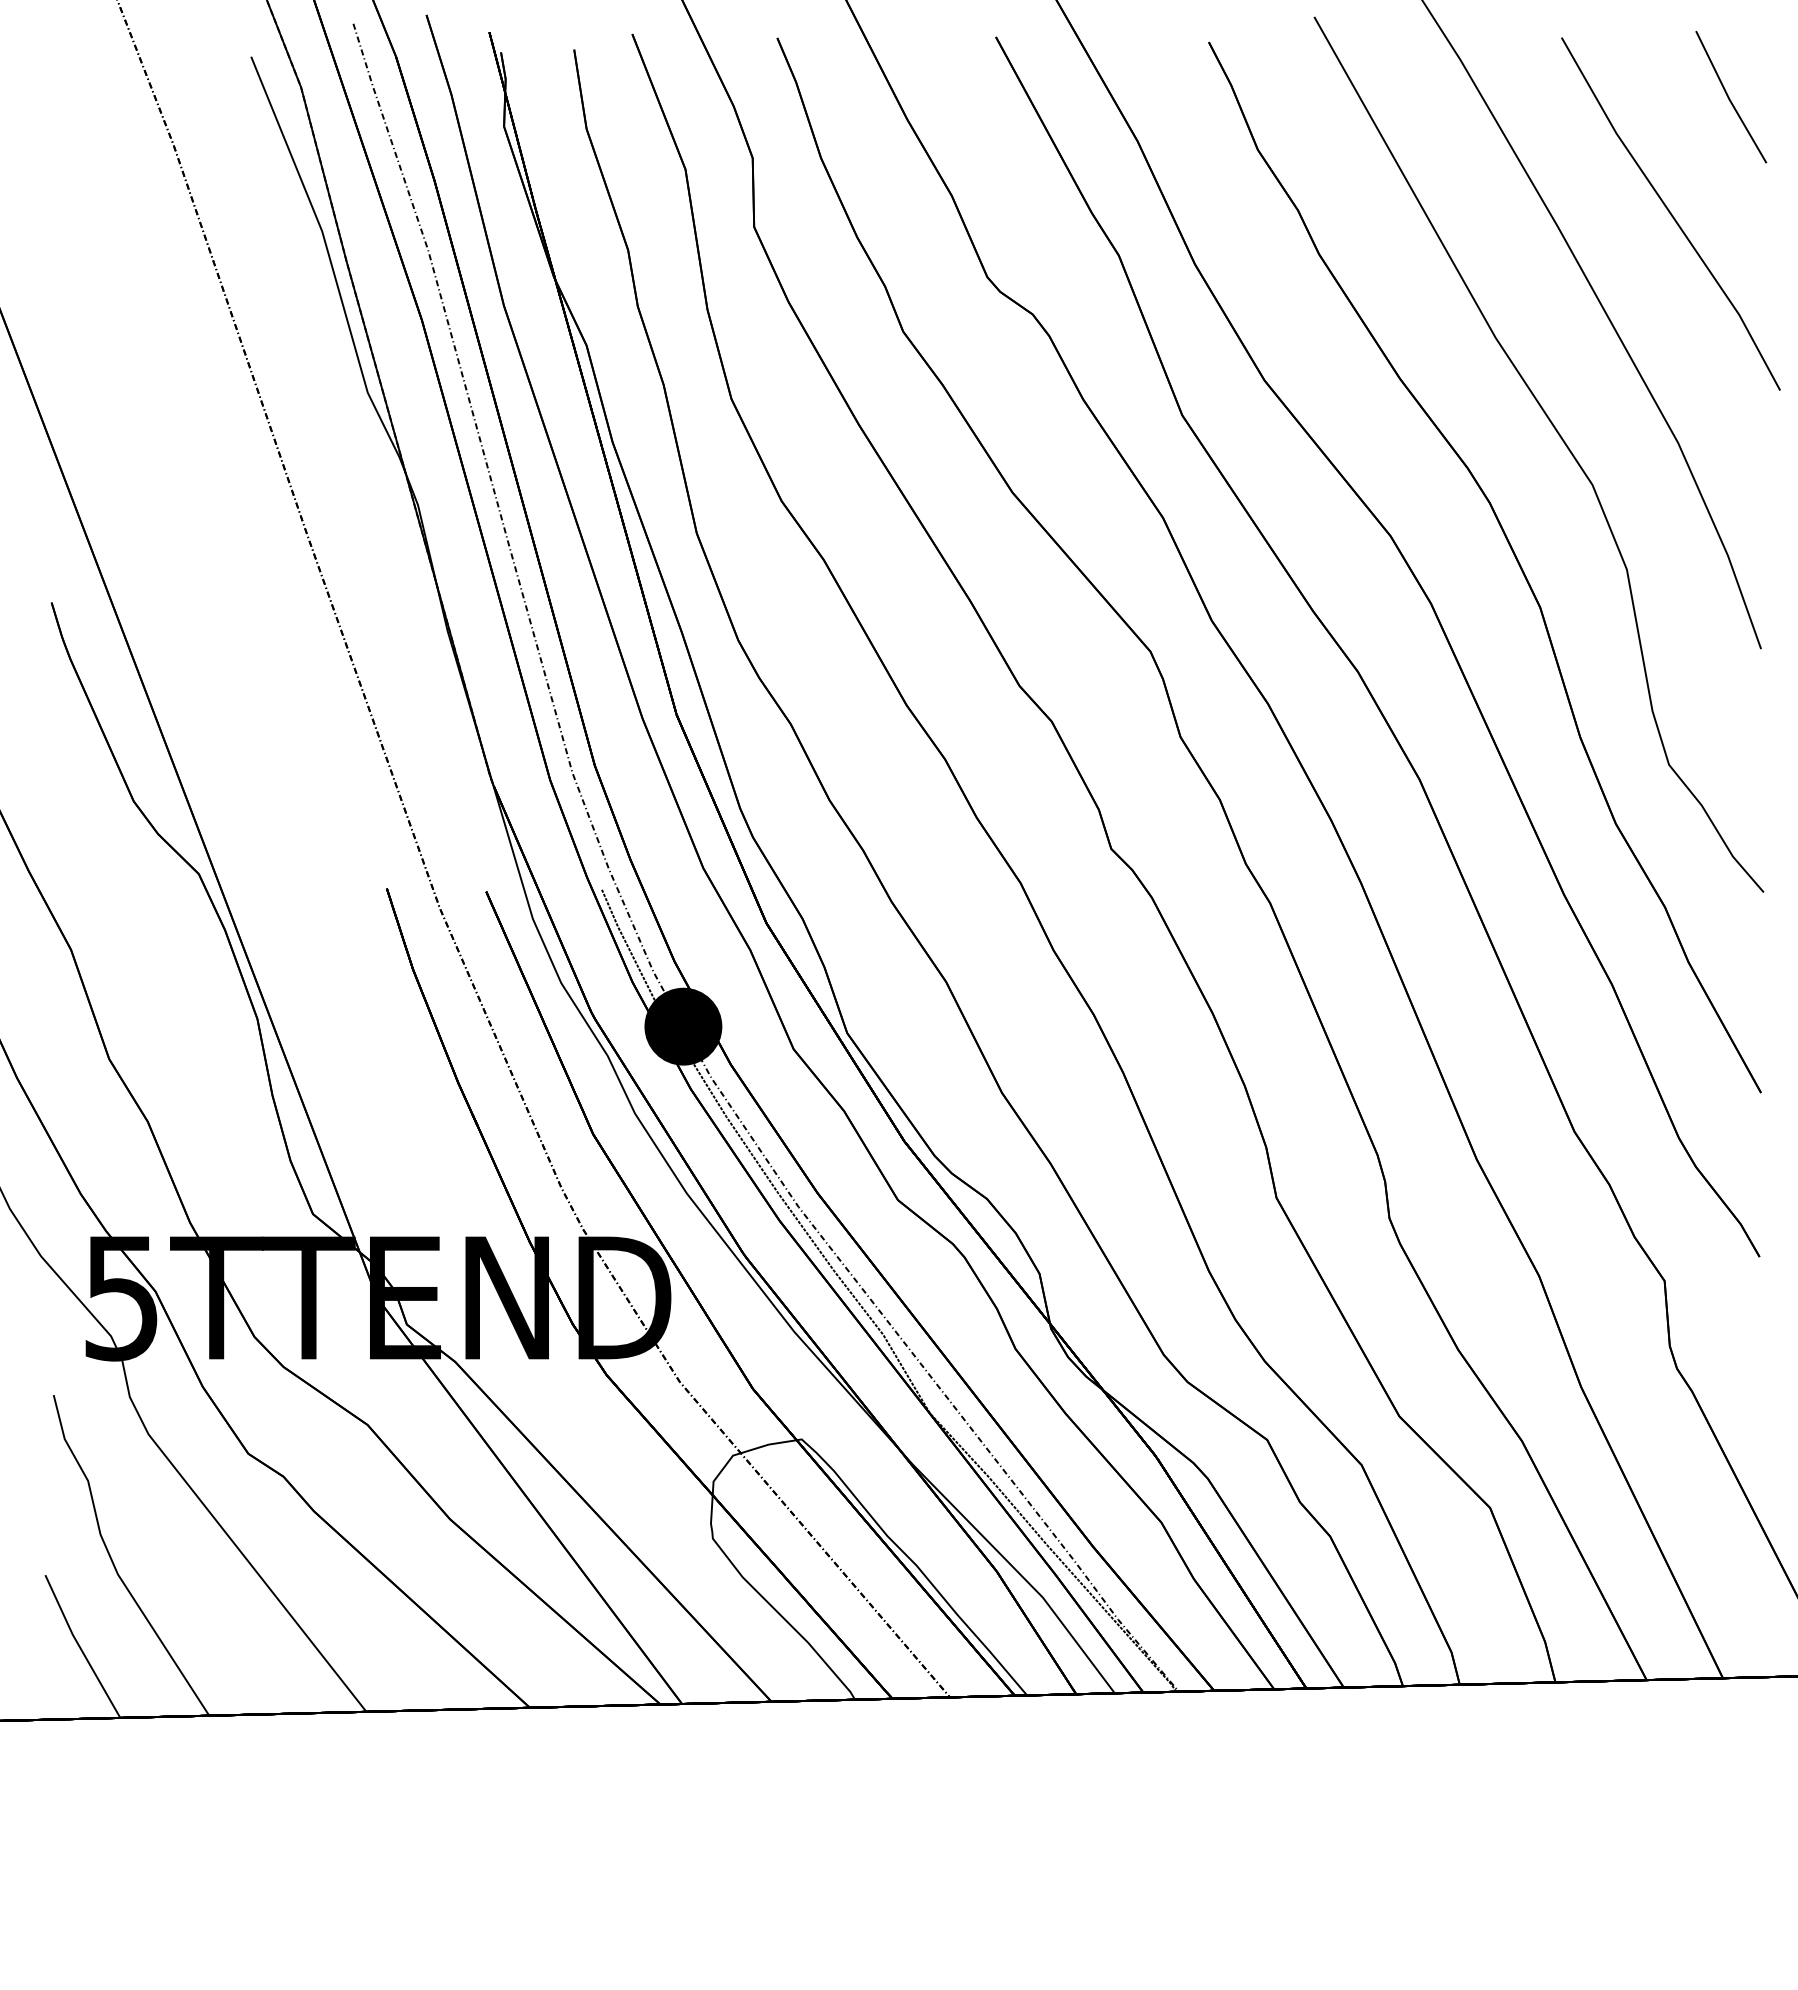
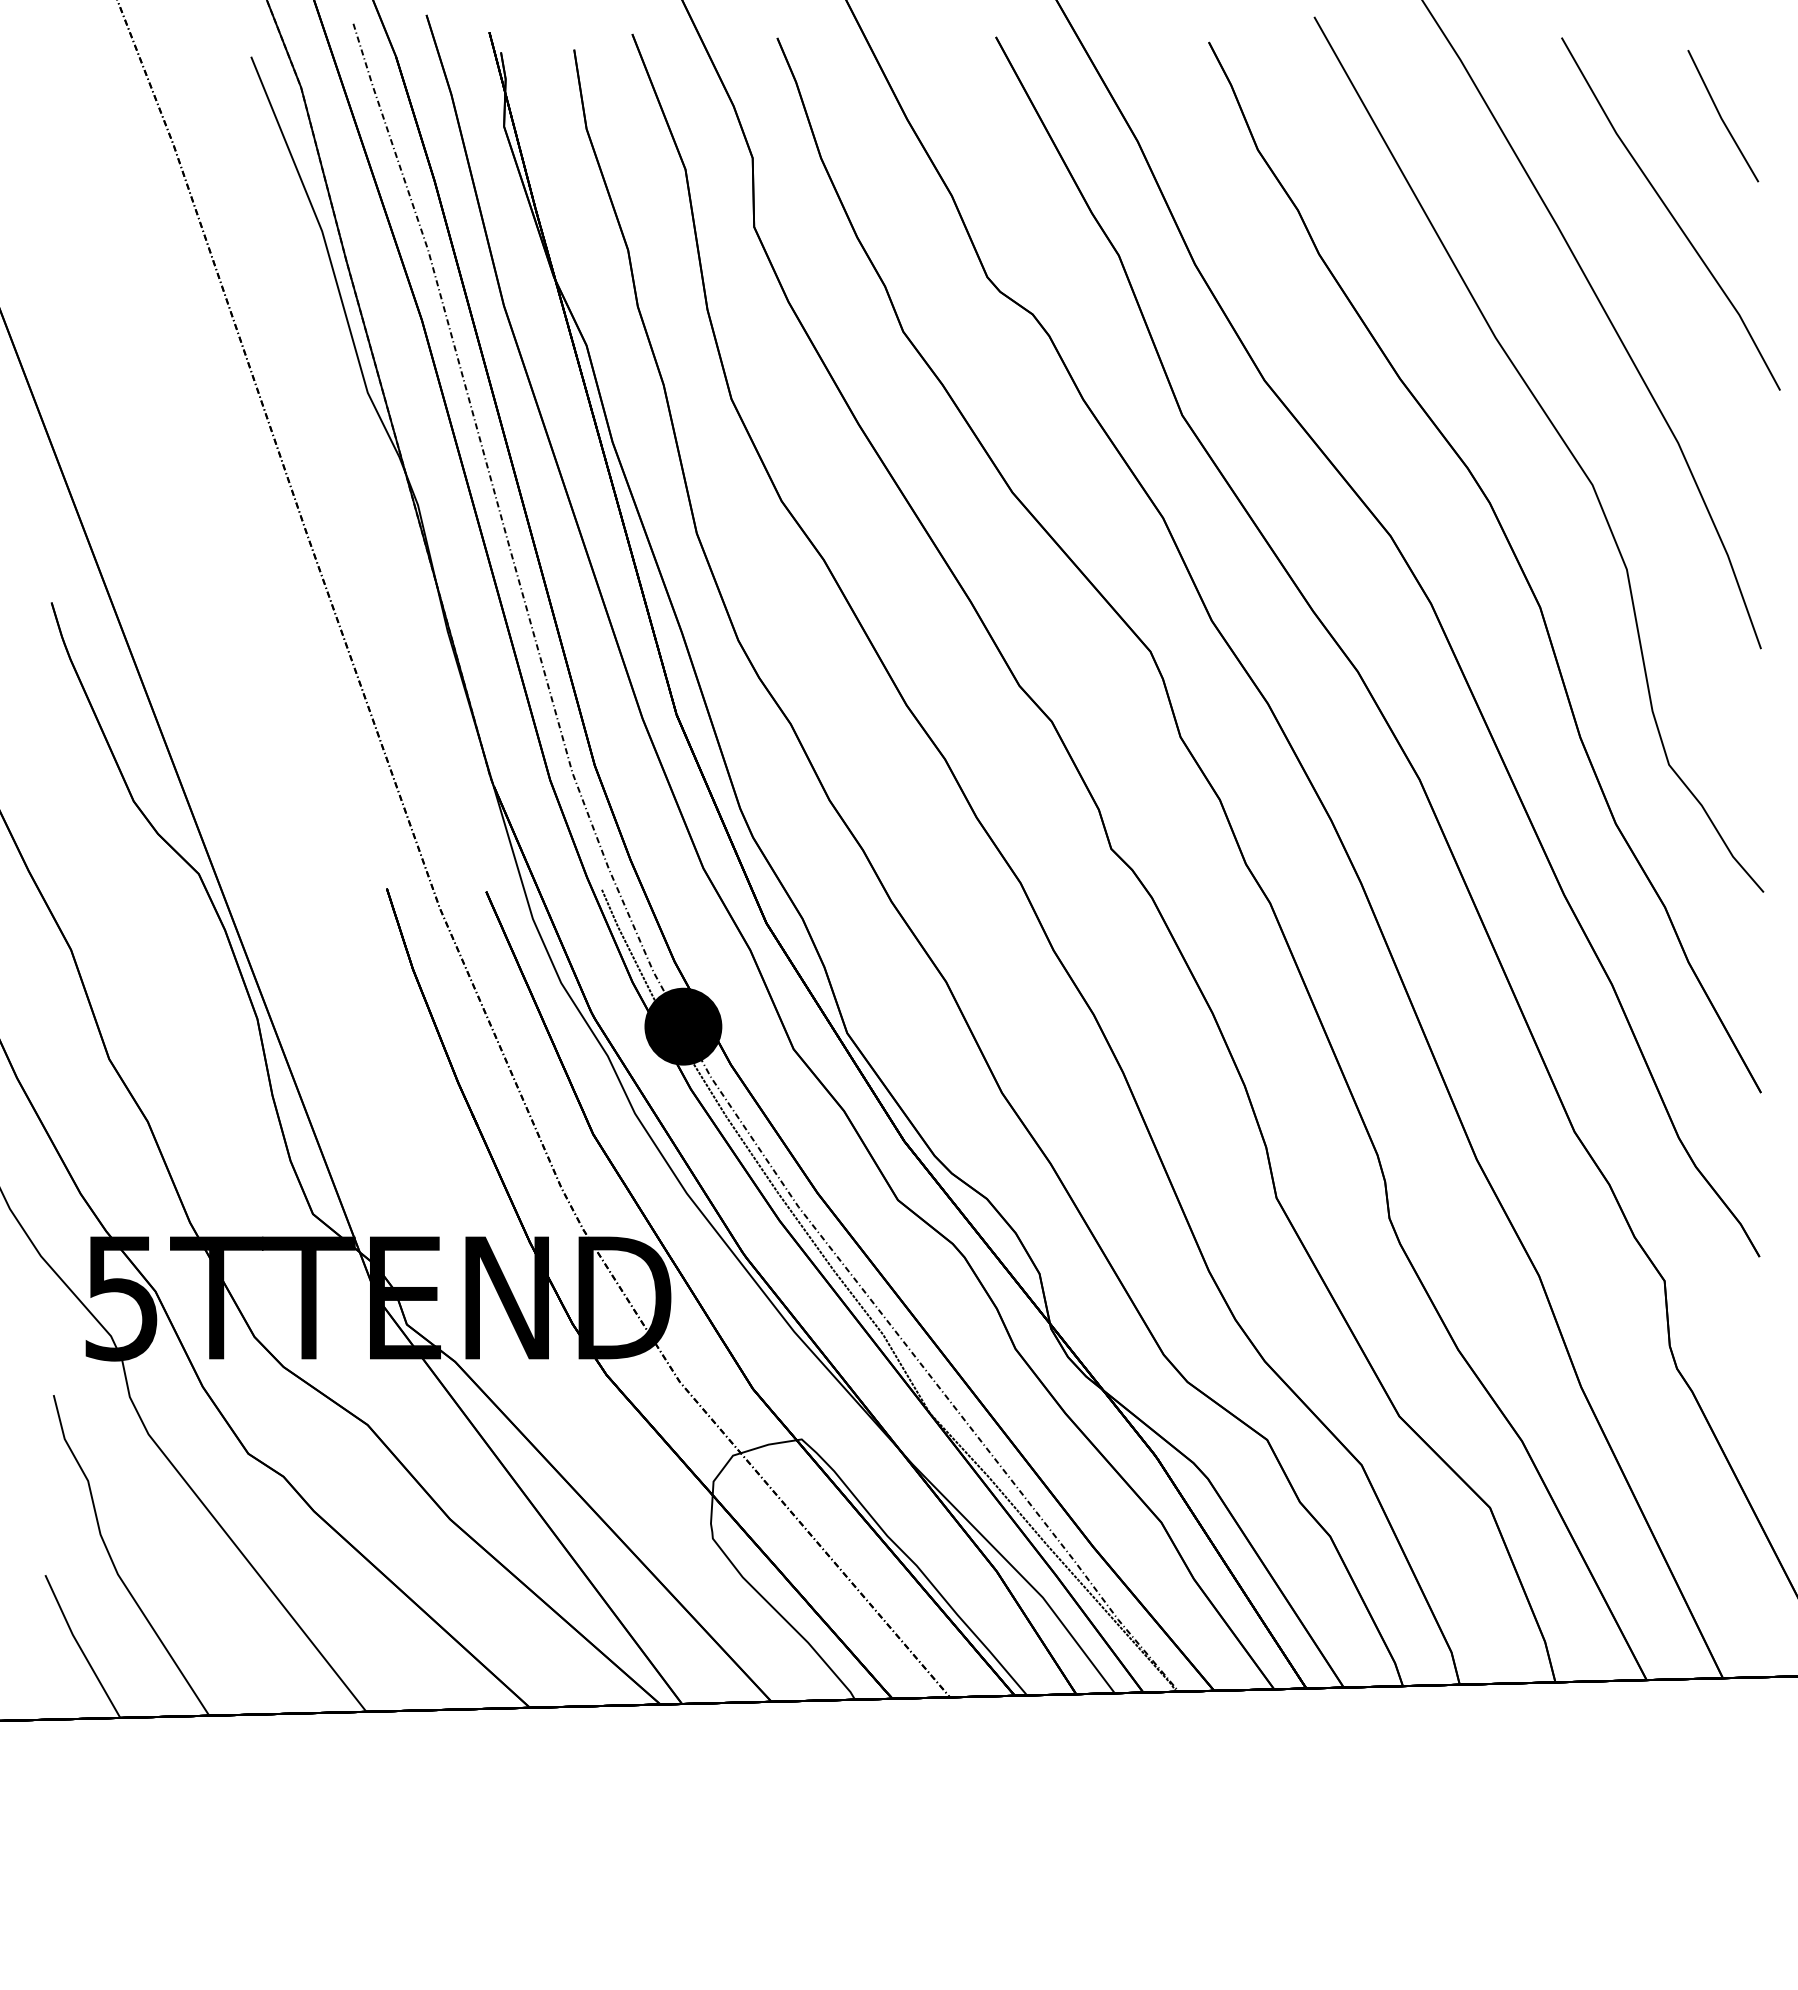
line at (1729, 97) position: (1729, 97) -> (1721, 116)
